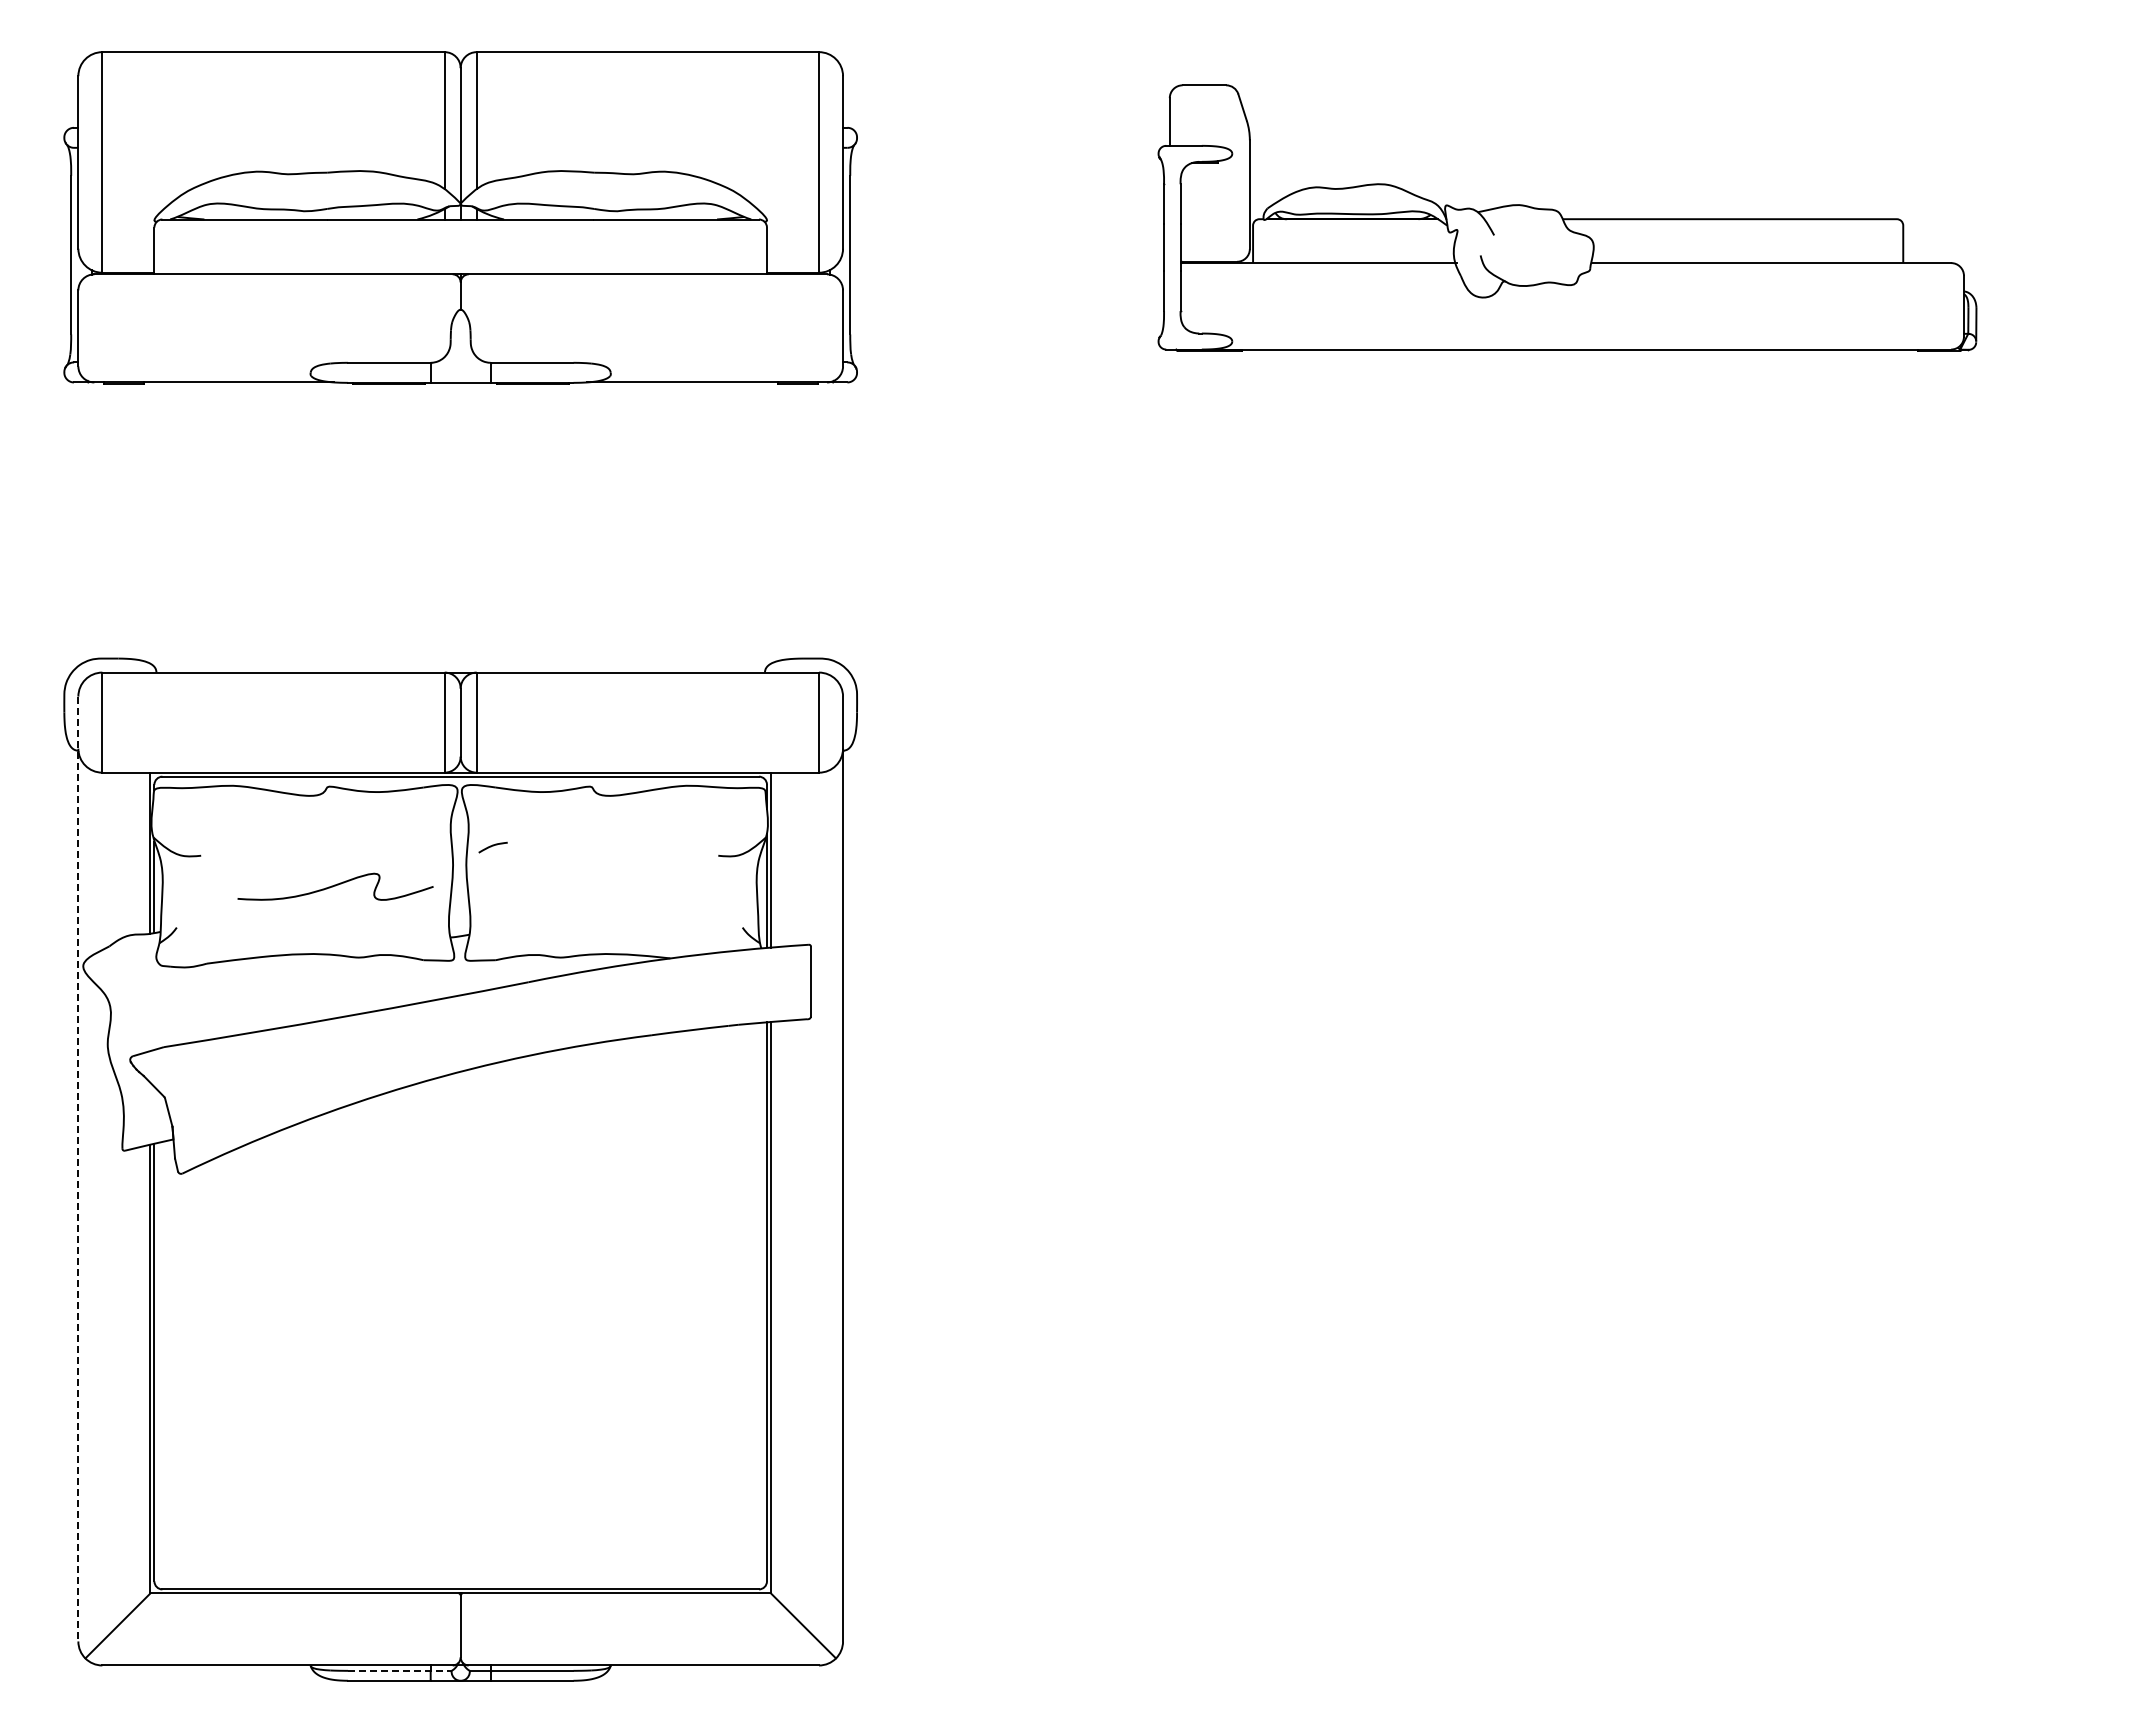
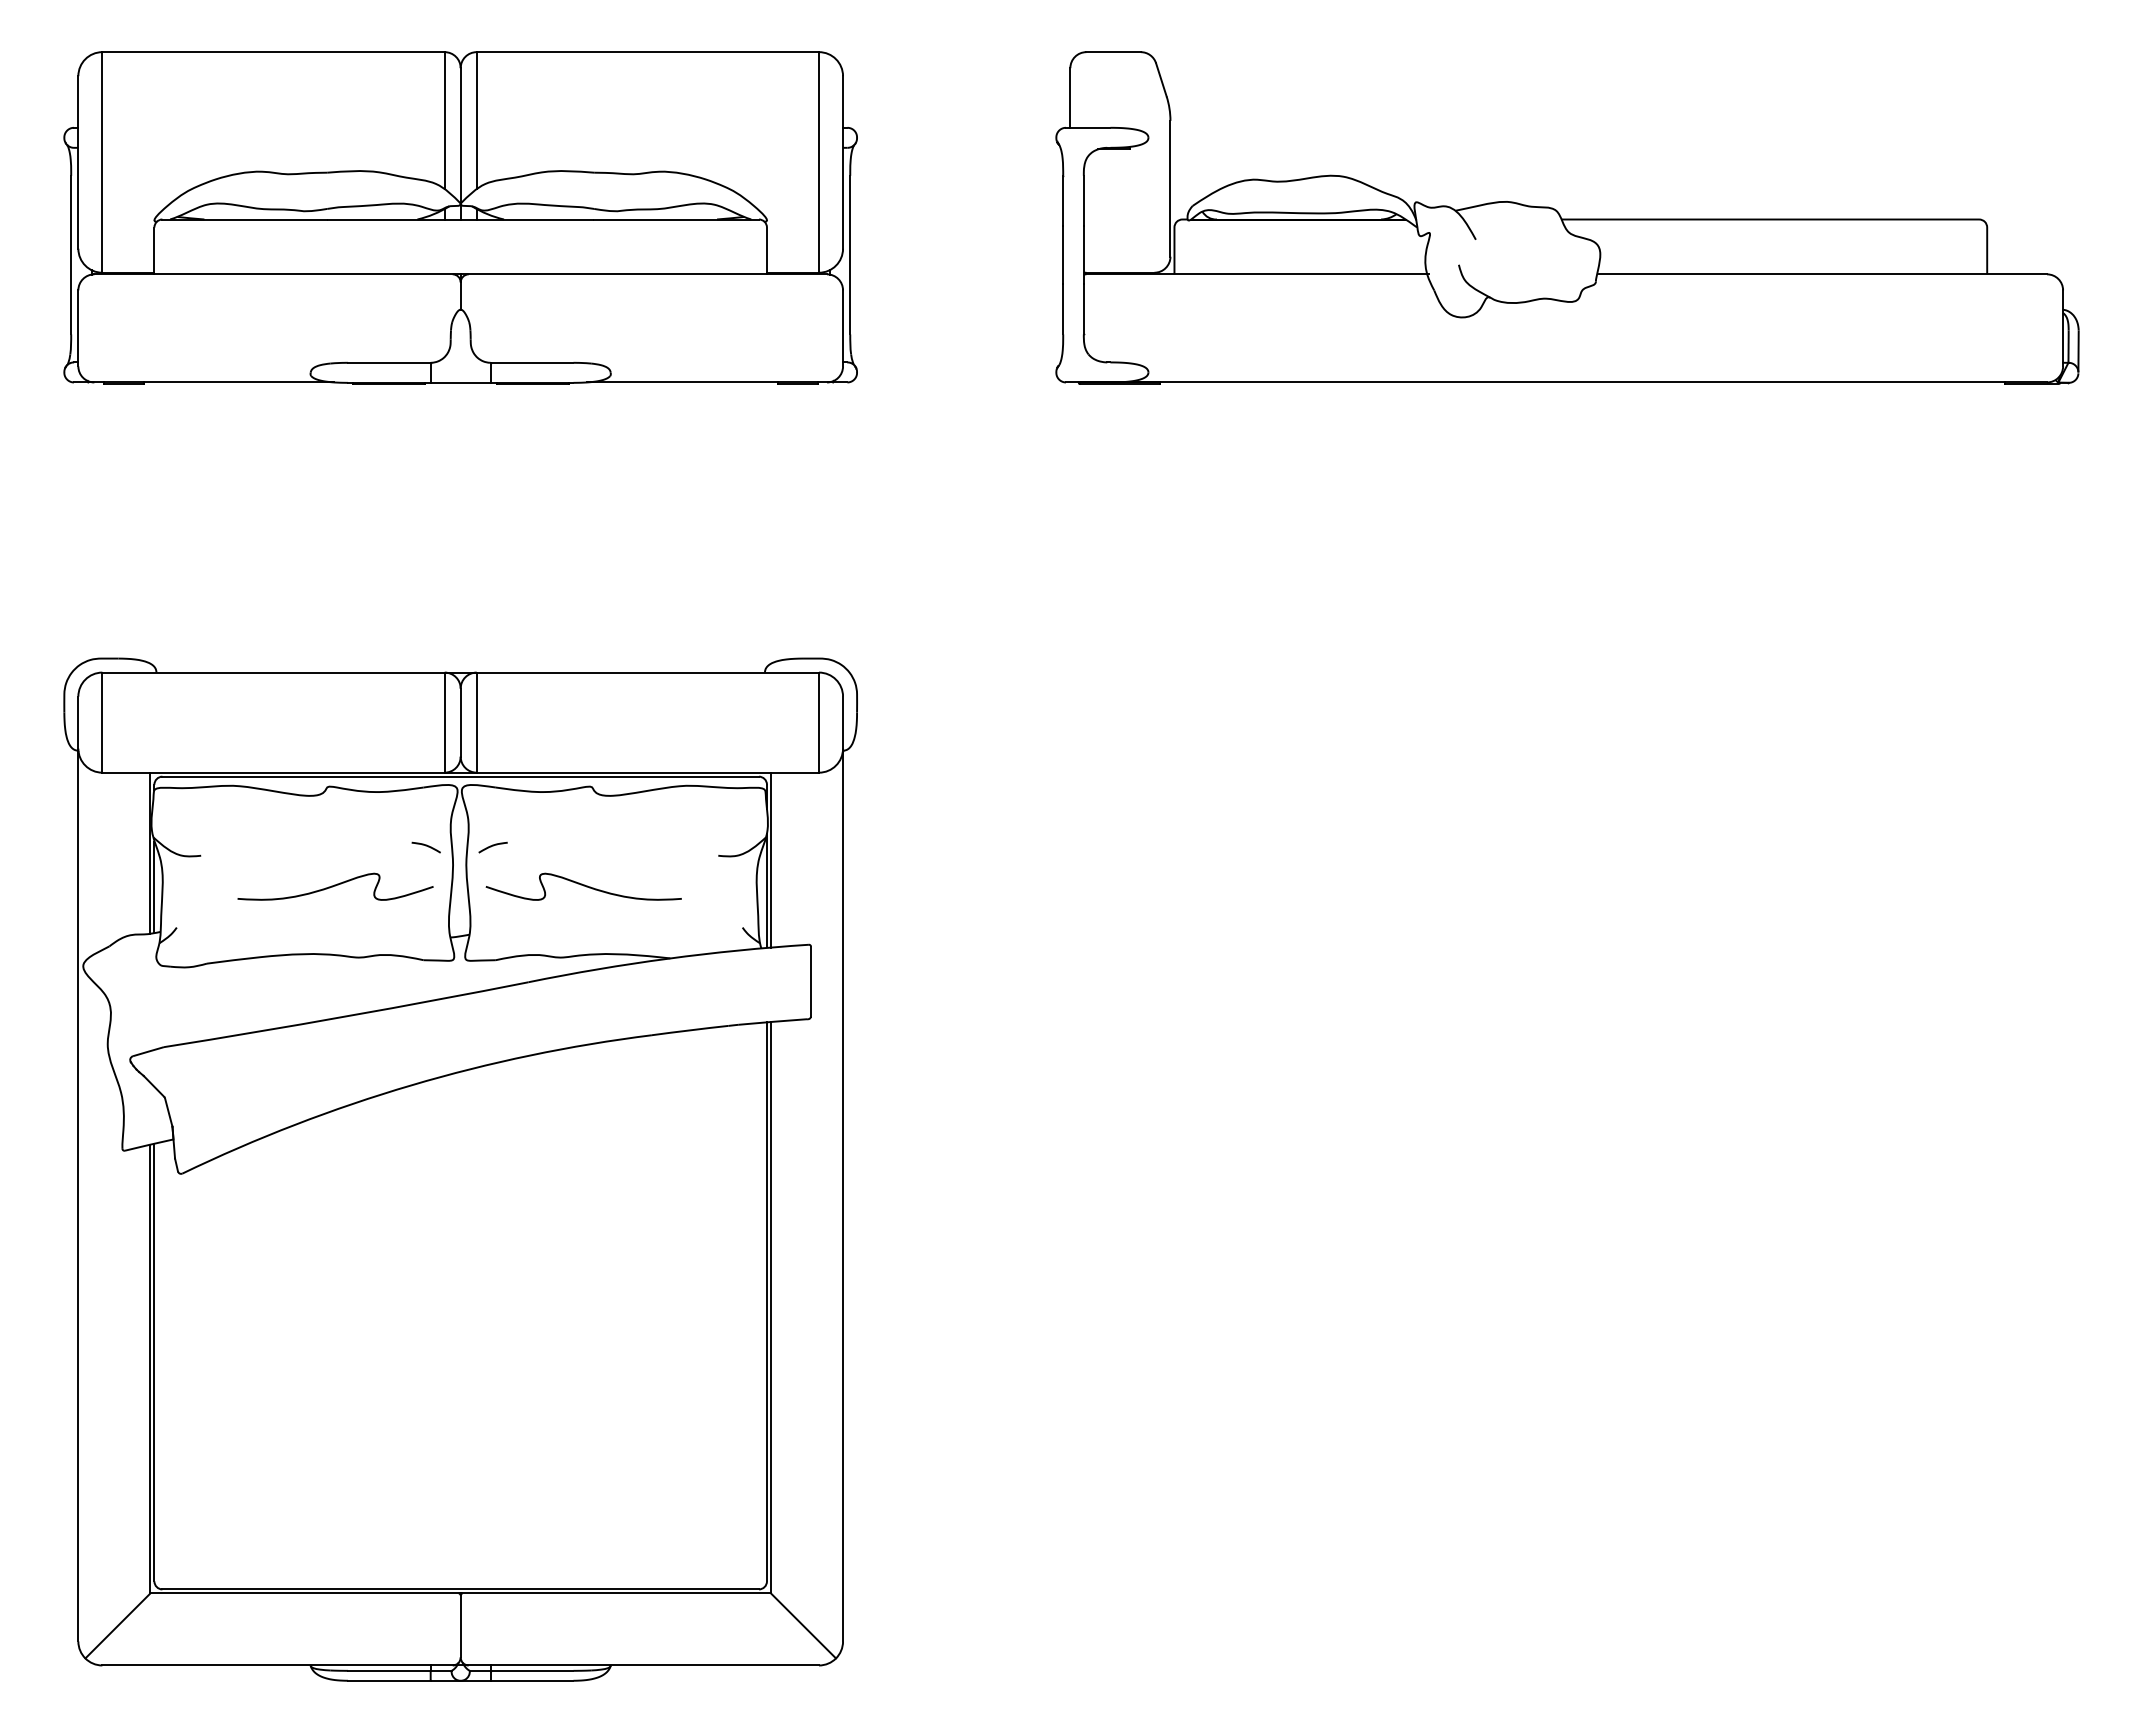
part at (1567, 217) size: 821x268 px -> 1025x334 px
curve at (425, 846): none -> present
curve at (583, 886): none -> present
line at (78, 1169): dashed -> solid
line at (399, 1670): dashed -> solid
